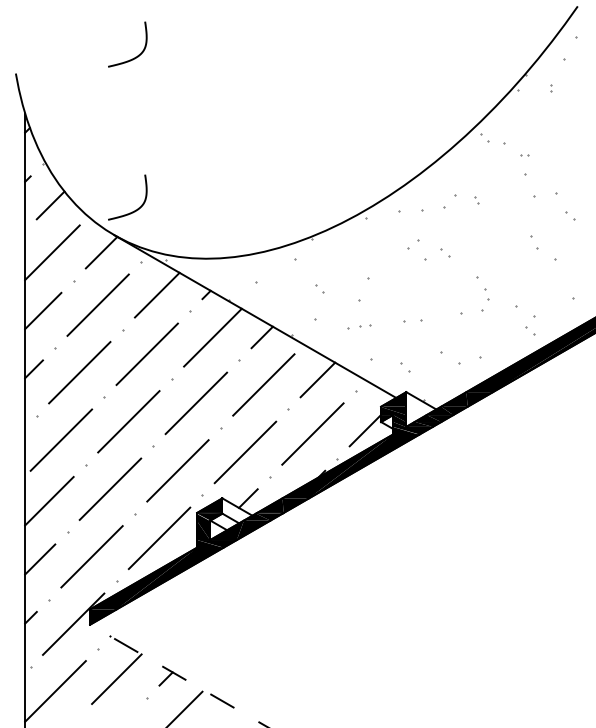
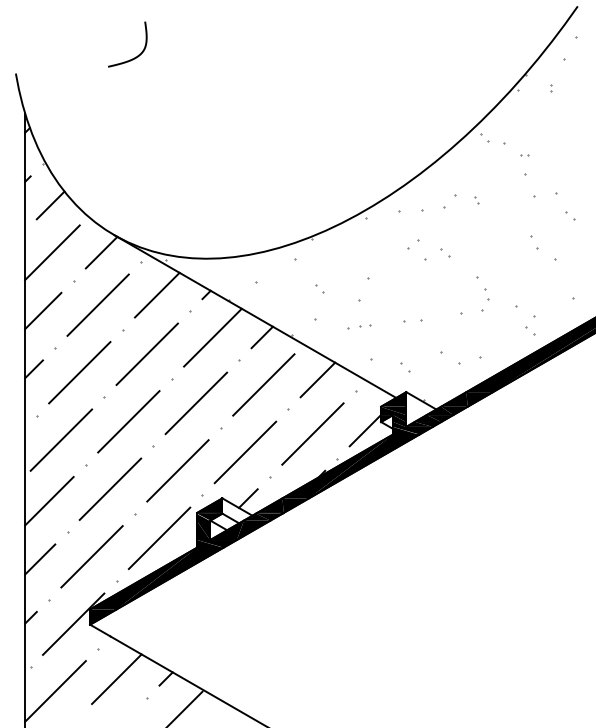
curve at (135, 209): present -> none
line at (179, 676): dashed -> solid
